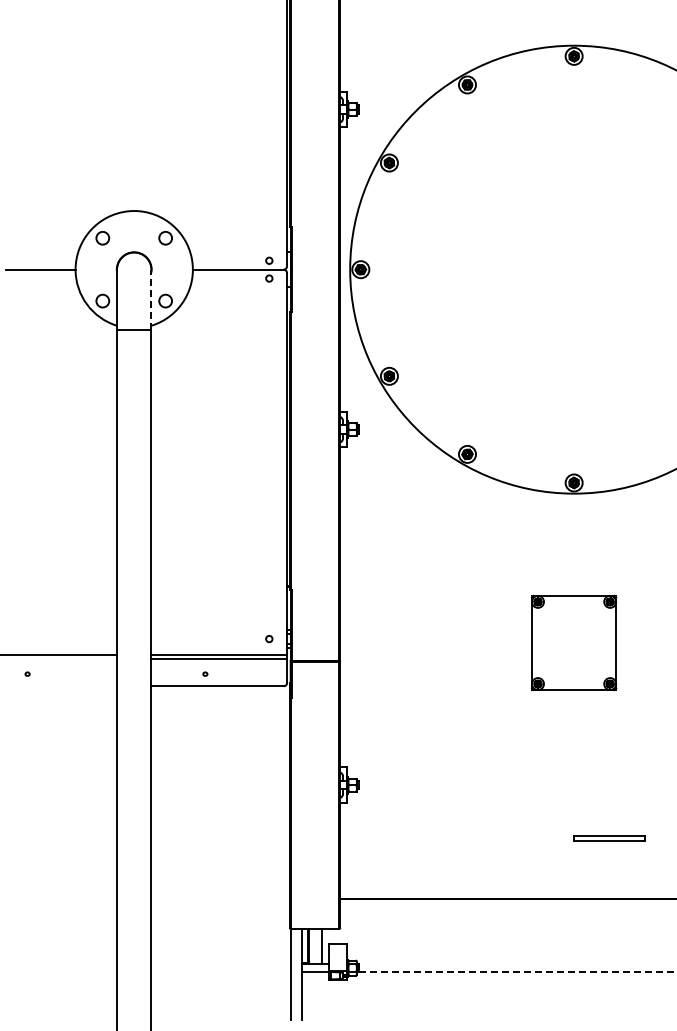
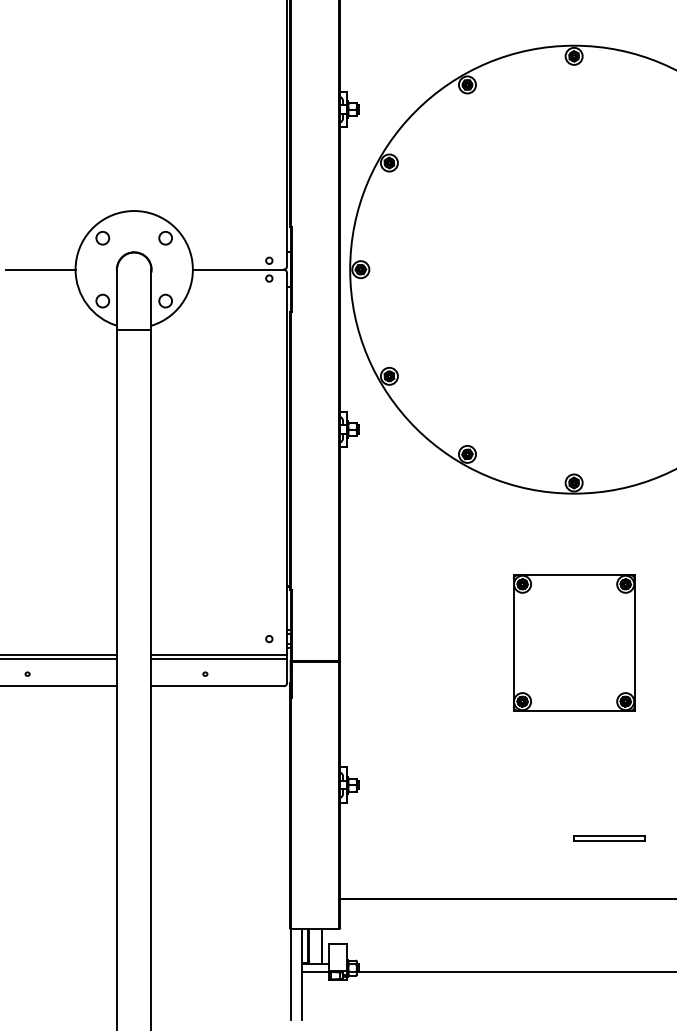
line at (151, 299): dashed -> solid
part at (574, 642) size: 87x98 px -> 124x138 px
line at (59, 659): none -> present
line at (59, 686): none -> present
line at (517, 972): dashed -> solid
